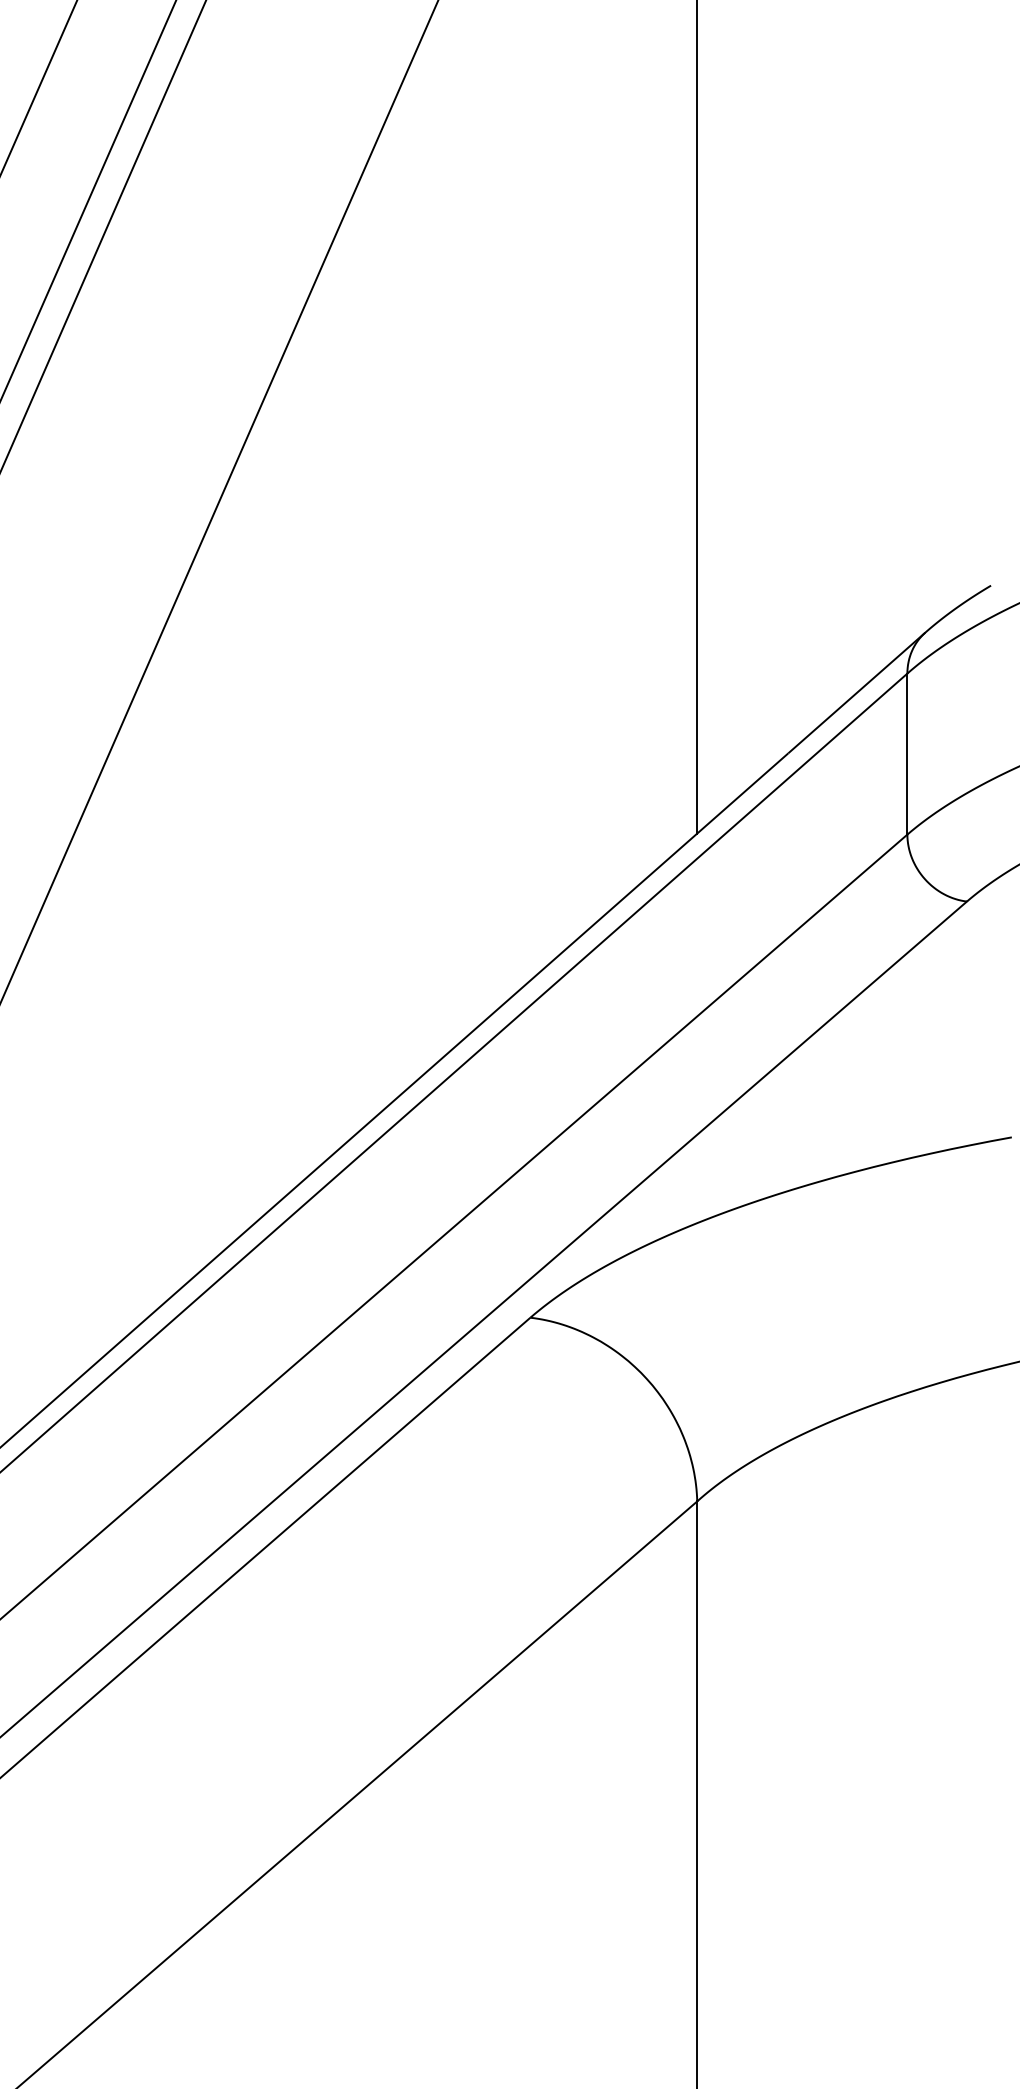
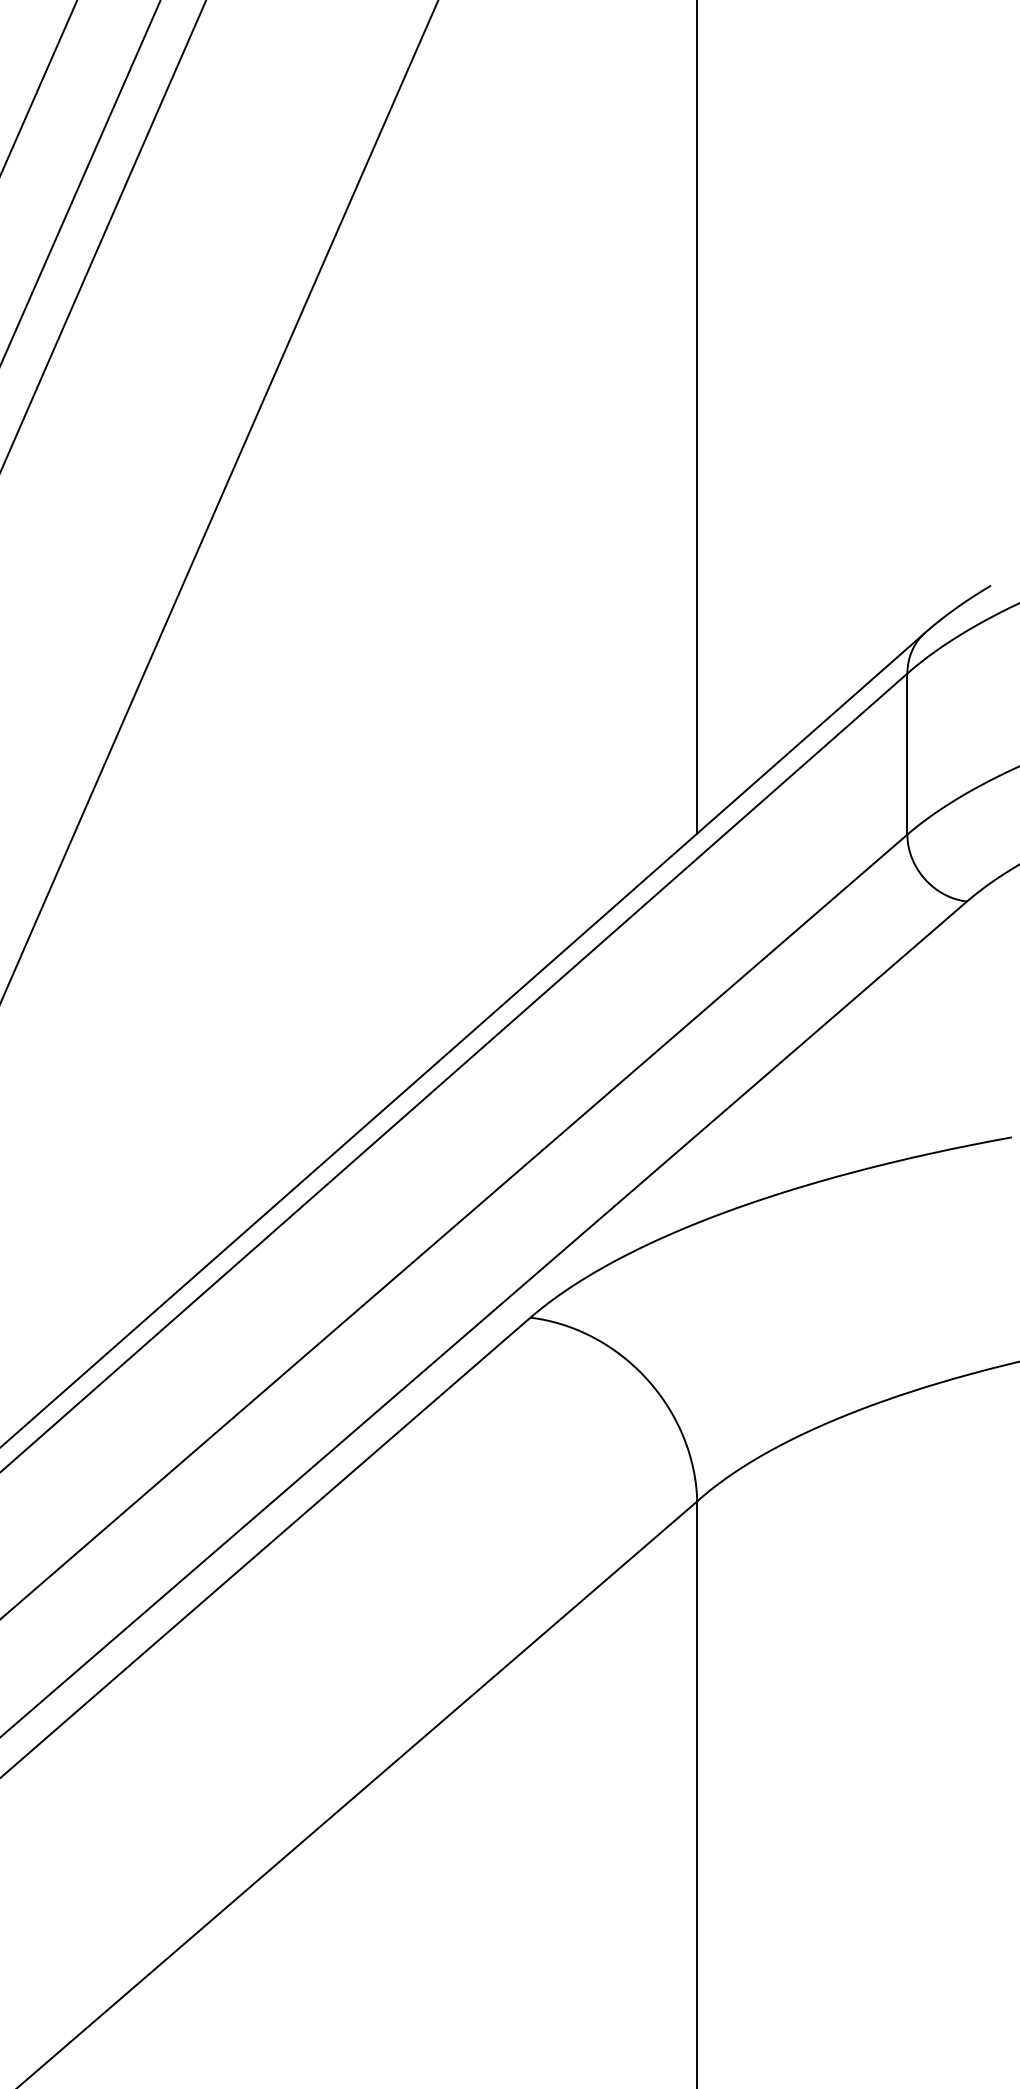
line at (88, 199) position: (88, 199) -> (80, 181)
